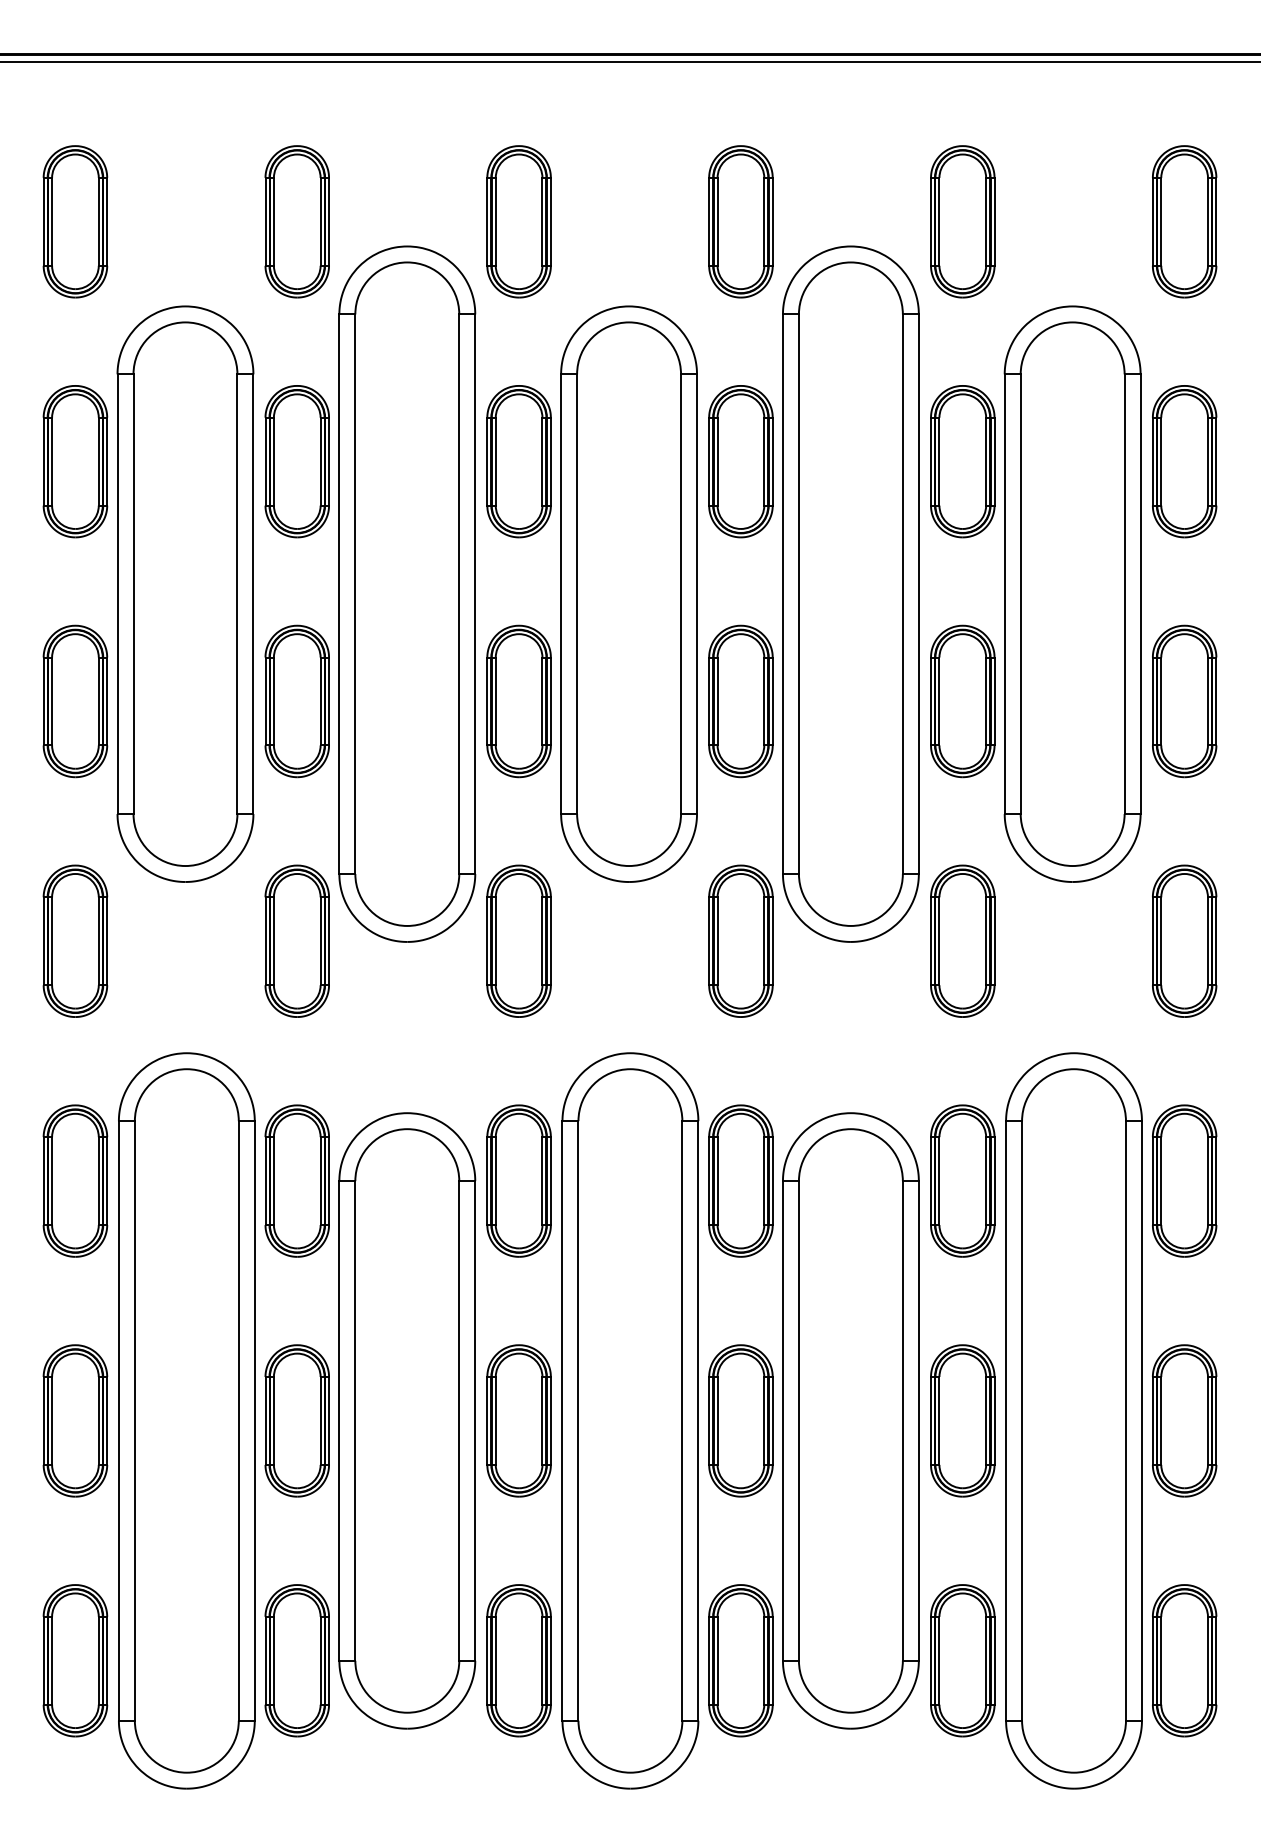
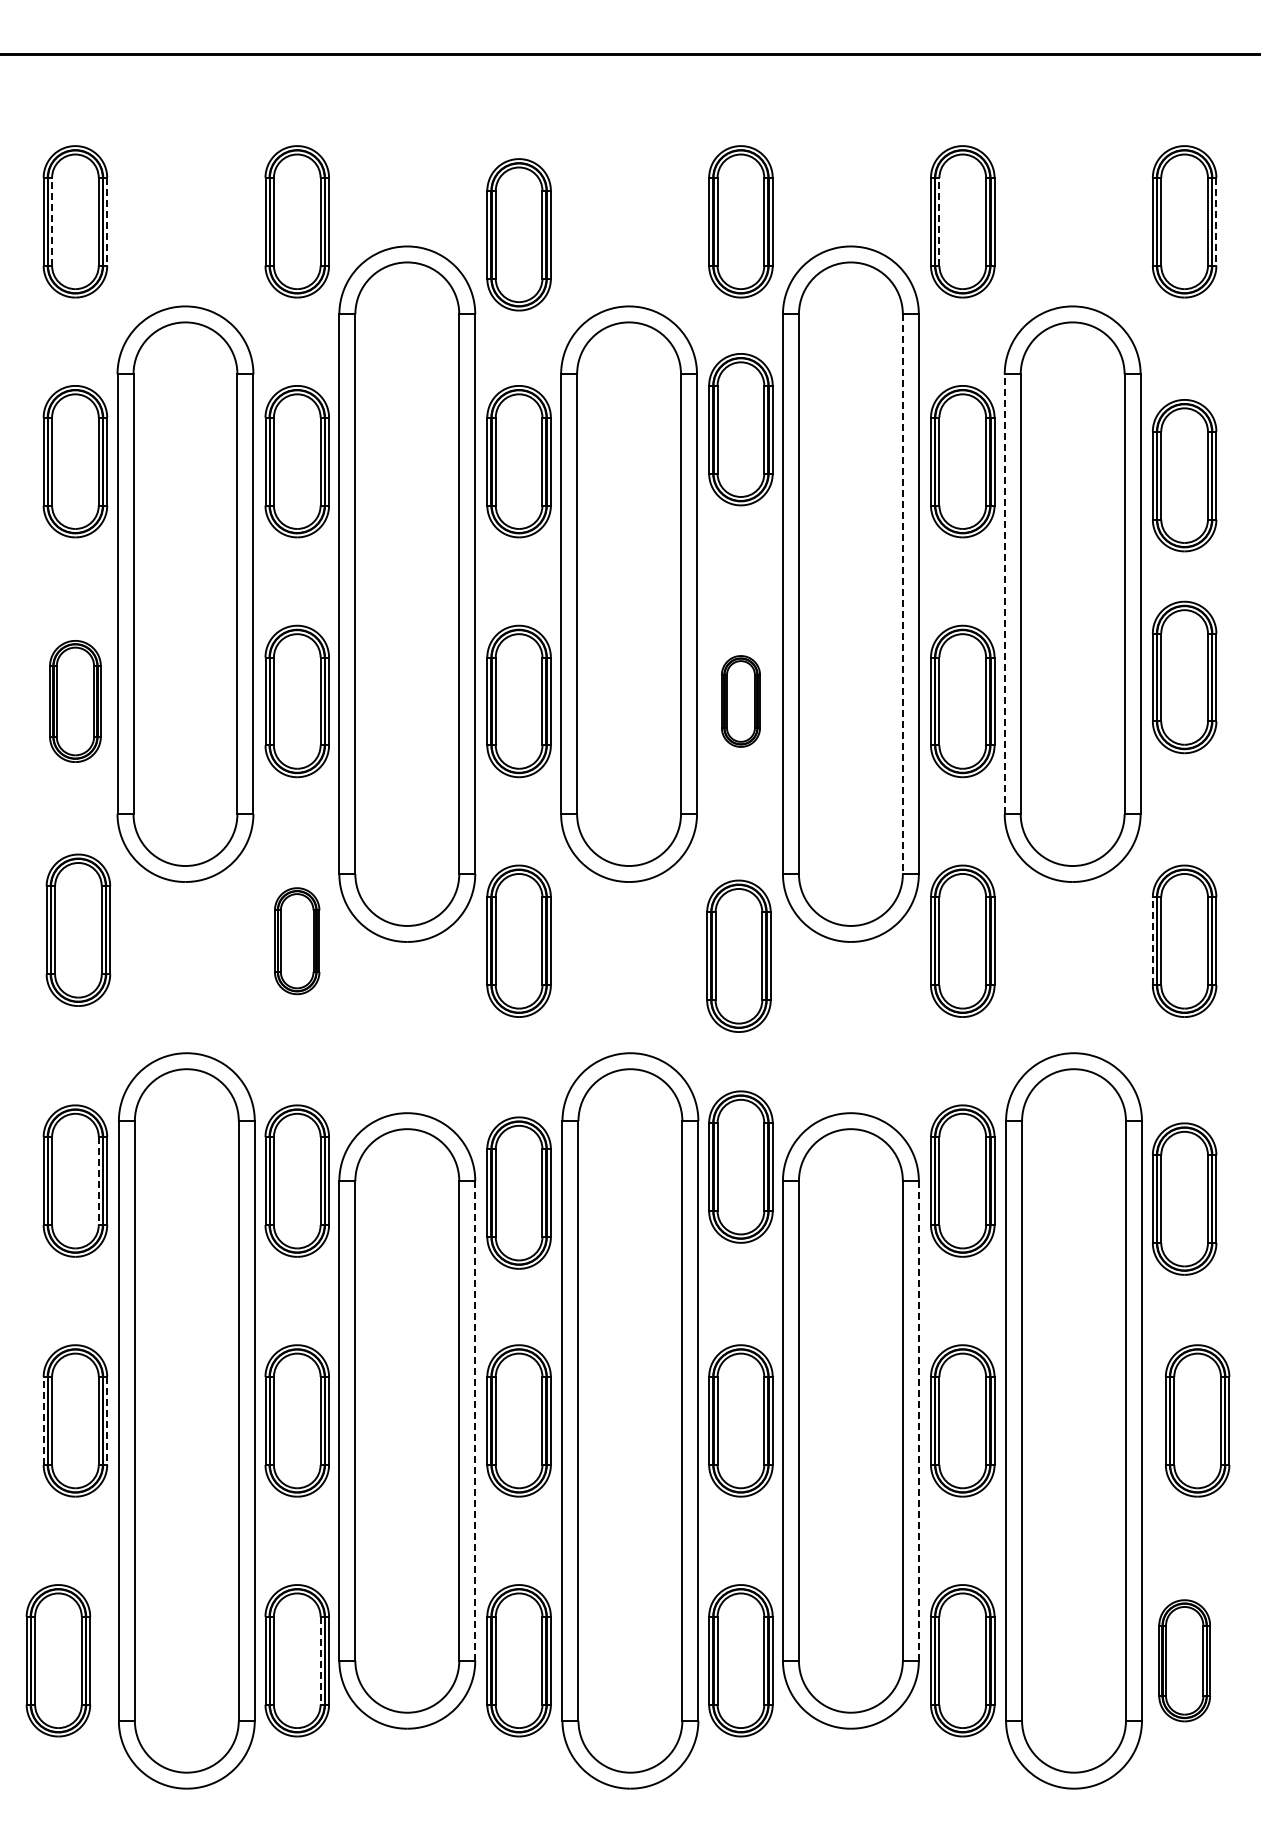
line at (629, 61): present -> none
line at (52, 221): solid -> dashed
line at (107, 221): solid -> dashed
part at (518, 221) position: (518, 221) -> (518, 234)
line at (939, 221): solid -> dashed
line at (1216, 221): solid -> dashed
part at (740, 461) position: (740, 461) -> (740, 429)
part at (1184, 461) position: (1184, 461) -> (1184, 475)
line at (902, 594): solid -> dashed
line at (1004, 594): solid -> dashed
part at (75, 701) size: 67x155 px -> 53x123 px
part at (740, 701) size: 66x155 px -> 40x93 px
part at (1184, 701) position: (1184, 701) -> (1184, 677)
part at (75, 940) position: (75, 940) -> (78, 929)
part at (296, 940) size: 66x154 px -> 47x109 px
part at (740, 940) position: (740, 940) -> (738, 955)
line at (1152, 941): solid -> dashed
part at (518, 1180) position: (518, 1180) -> (518, 1192)
part at (740, 1180) position: (740, 1180) -> (740, 1166)
part at (1184, 1180) position: (1184, 1180) -> (1184, 1198)
line at (98, 1181): solid -> dashed
line at (43, 1420): solid -> dashed
line at (107, 1420): solid -> dashed
line at (475, 1420): solid -> dashed
line at (918, 1420): solid -> dashed
part at (1184, 1420) position: (1184, 1420) -> (1197, 1420)
part at (75, 1660) position: (75, 1660) -> (58, 1660)
line at (320, 1660): solid -> dashed
part at (1184, 1660) size: 66x154 px -> 53x124 px
